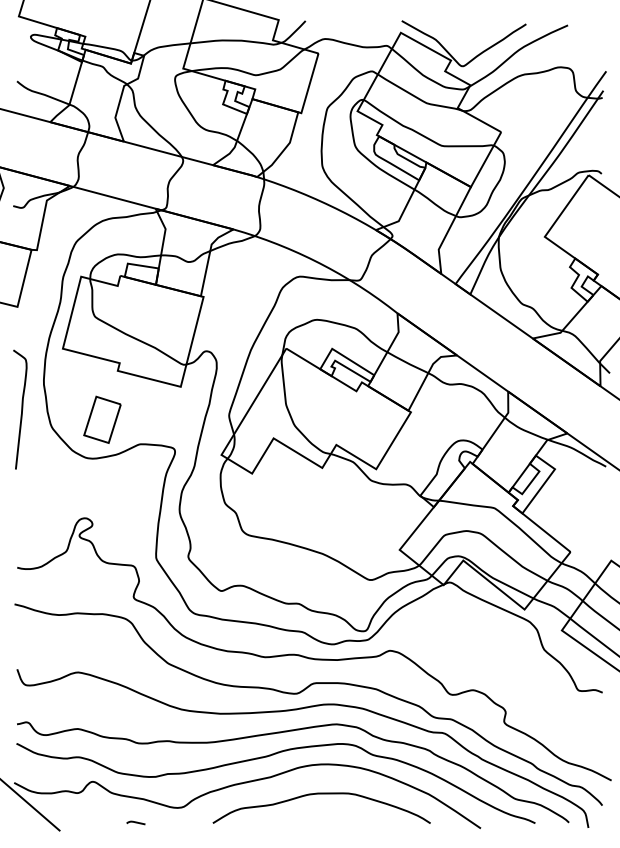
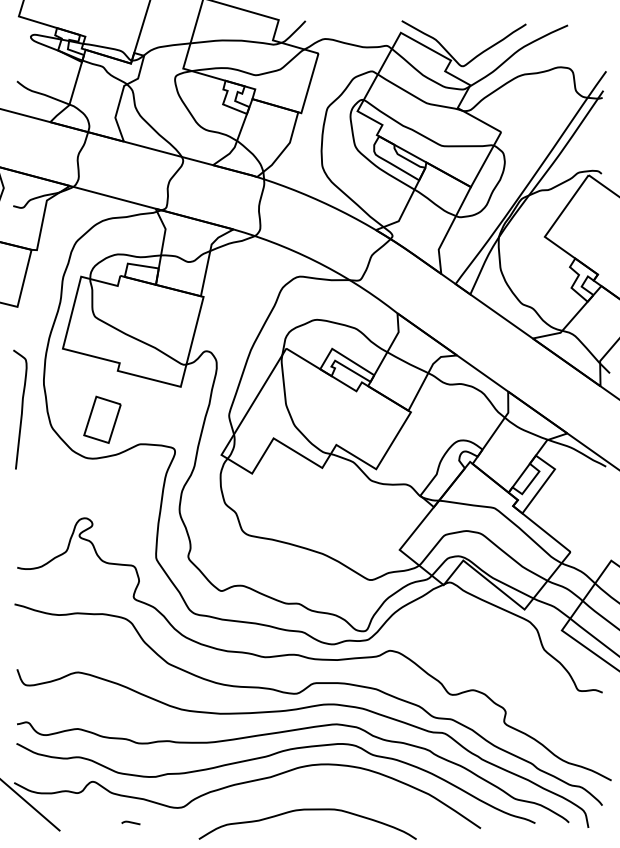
curve at (321, 794) position: (321, 794) -> (307, 810)
curve at (135, 822) position: (135, 822) -> (130, 822)
